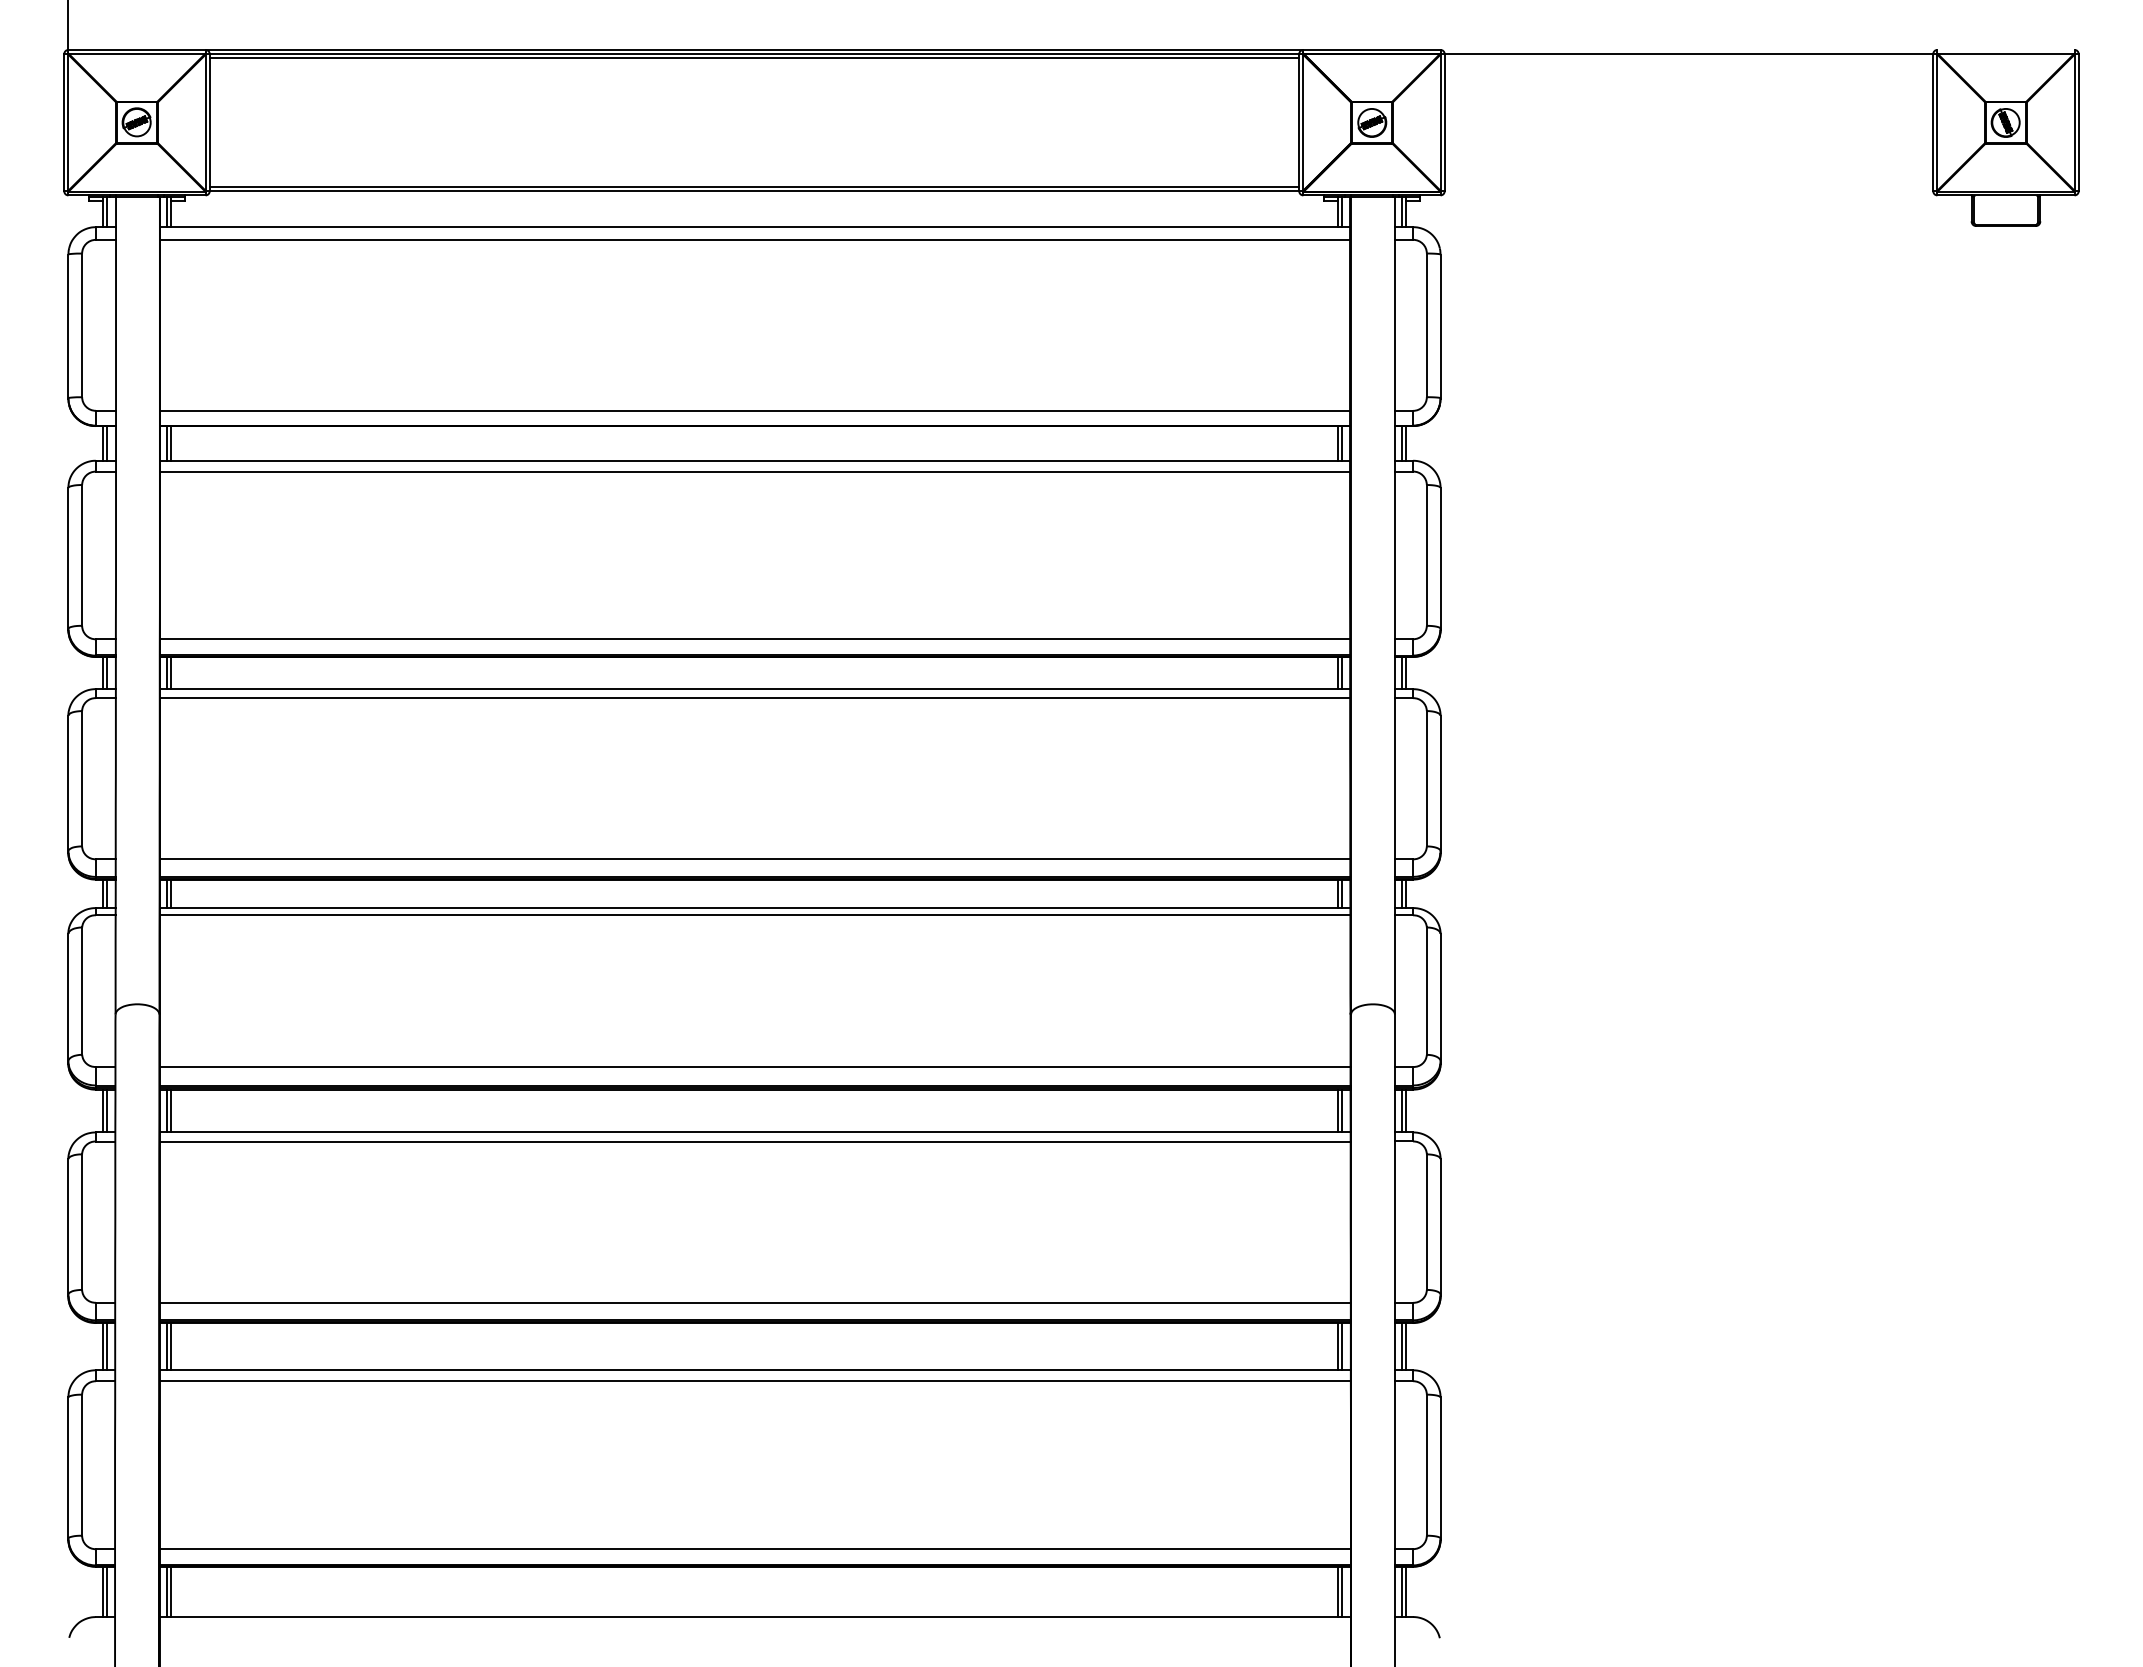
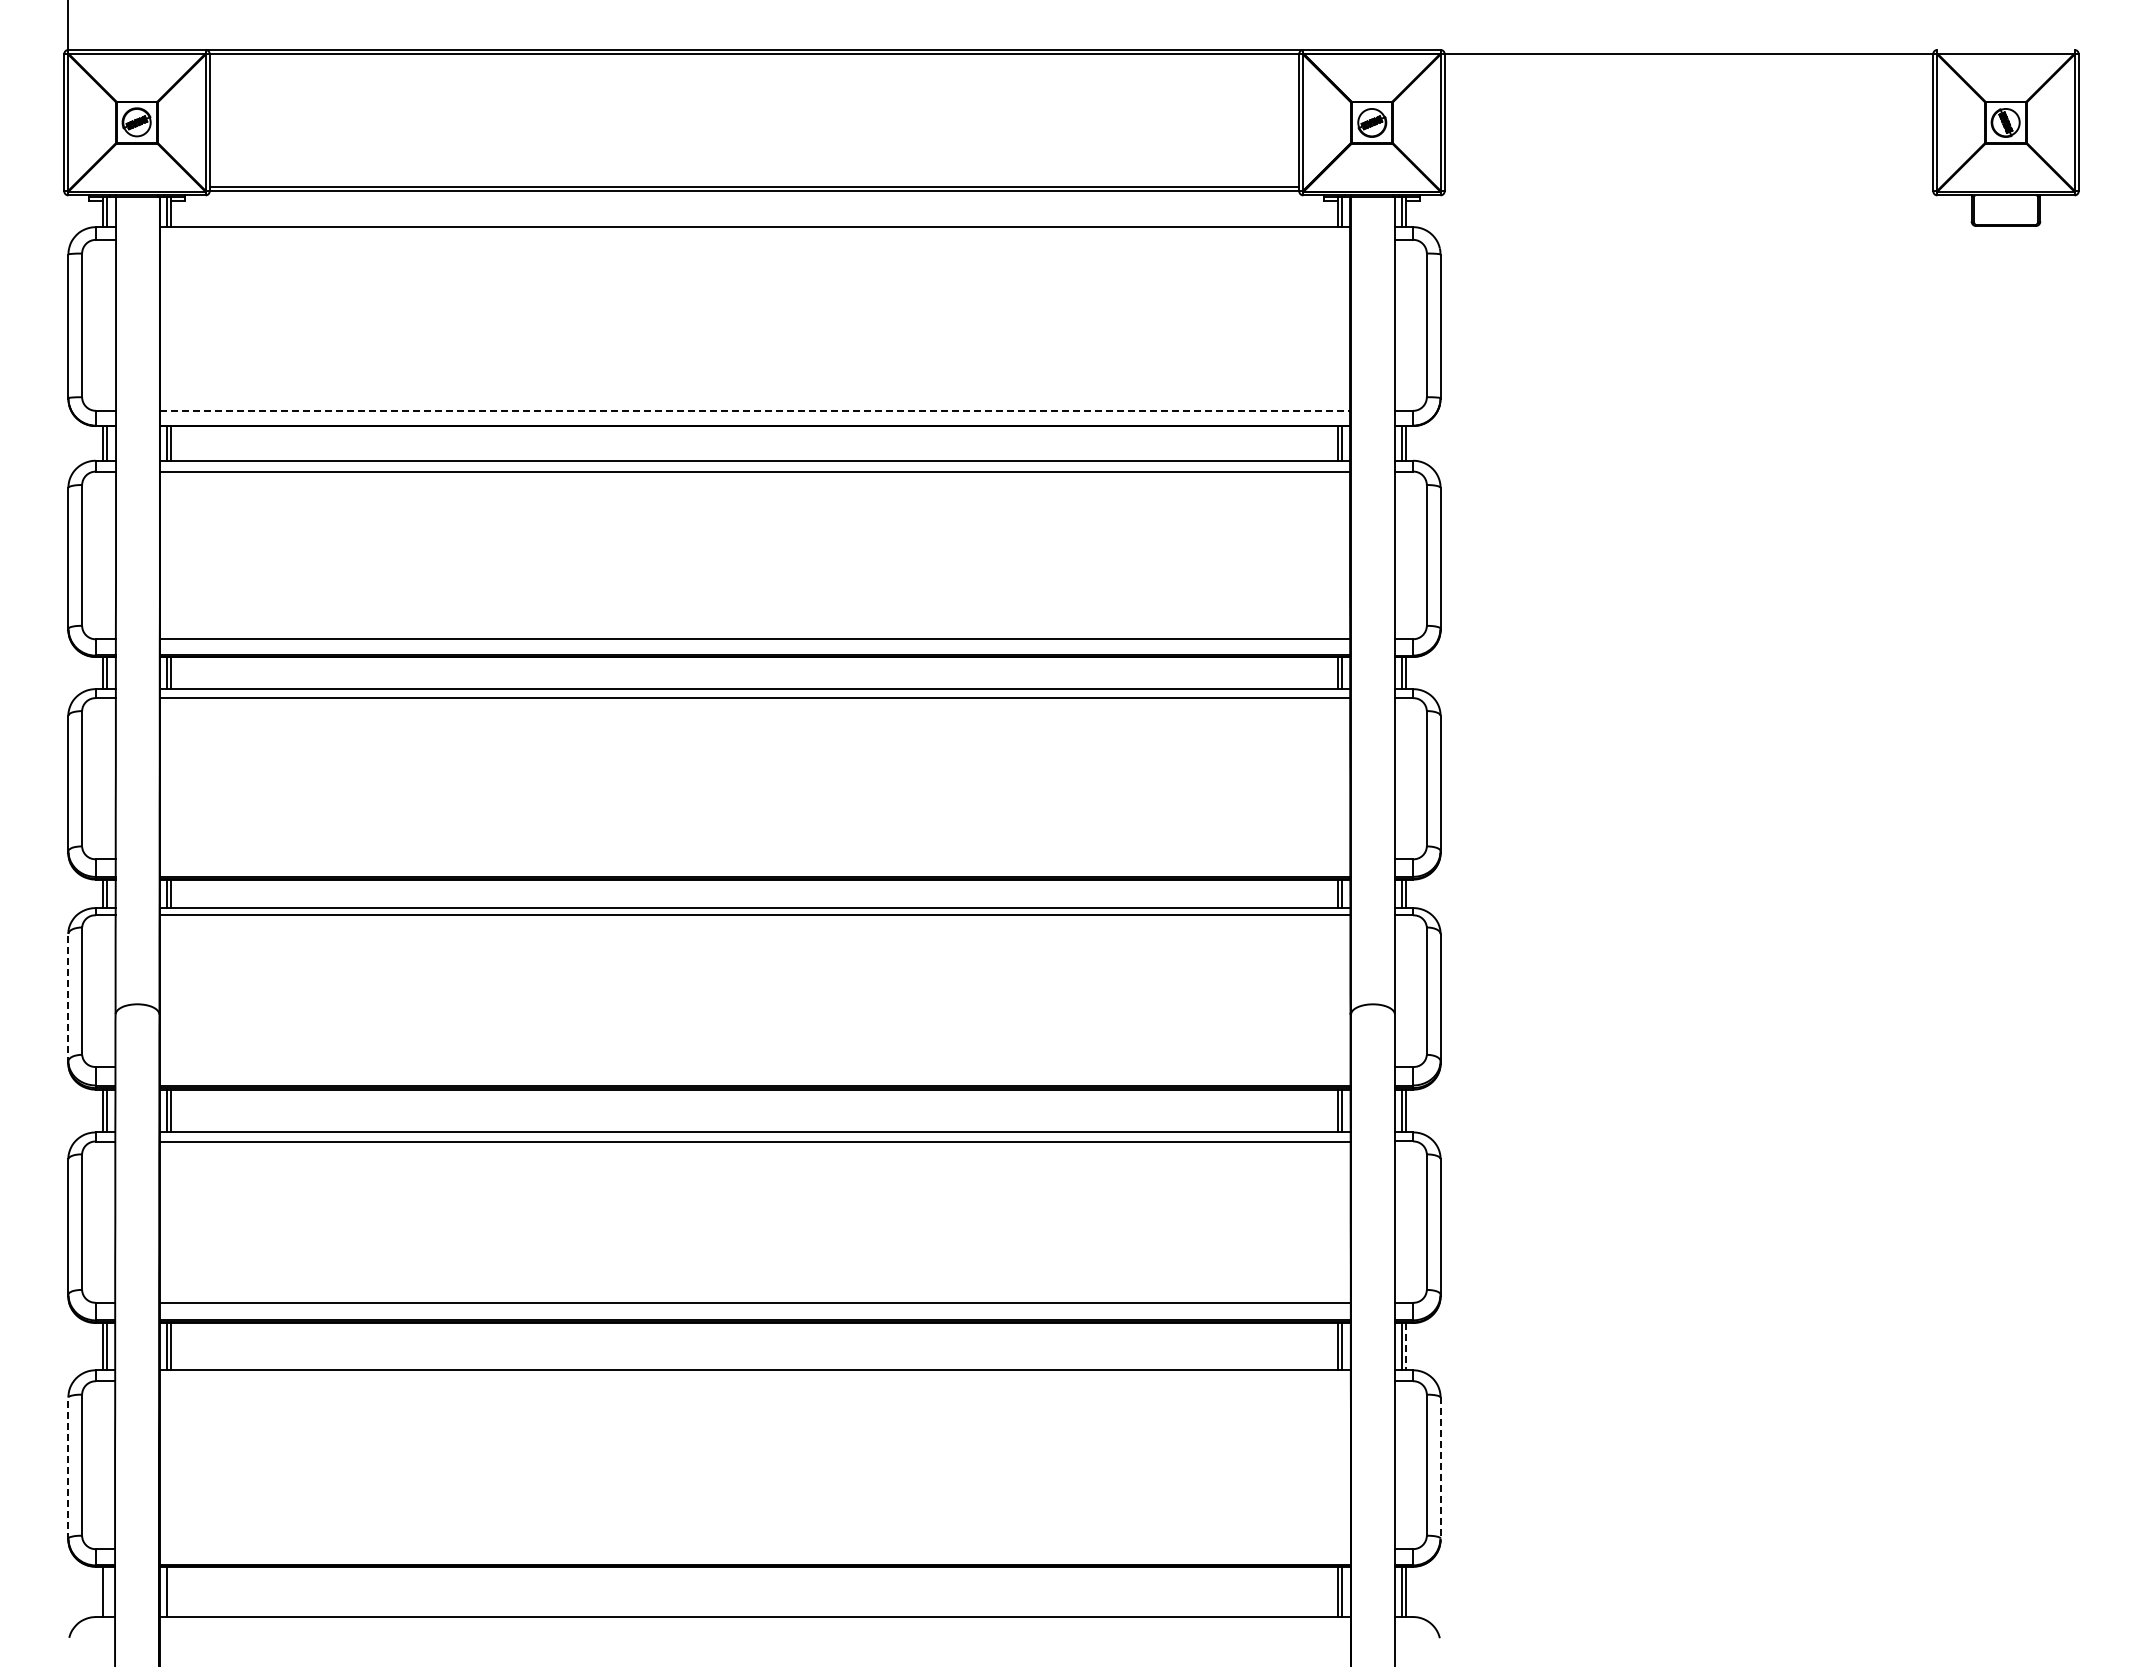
line at (754, 58): present -> none
line at (754, 239): present -> none
line at (755, 410): solid -> dashed
line at (754, 859): present -> none
line at (68, 998): solid -> dashed
line at (754, 1067): present -> none
line at (1406, 1346): solid -> dashed
line at (754, 1381): present -> none
line at (68, 1468): solid -> dashed
line at (1440, 1469): solid -> dashed
line at (754, 1549): present -> none
line at (106, 1591): present -> none
line at (171, 1591): present -> none
